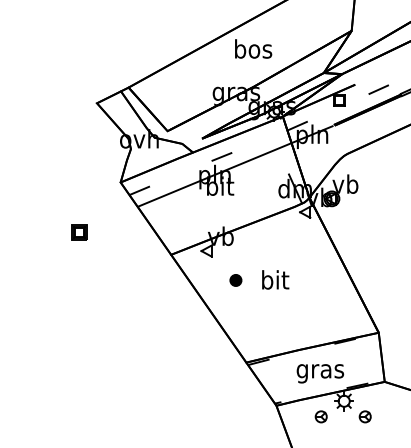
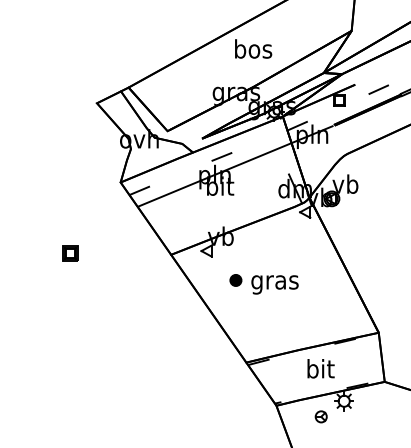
part at (79, 232) position: (79, 232) -> (70, 253)
text at (274, 282): bit -> gras
text at (320, 371): gras -> bit
part at (364, 416): present -> none
